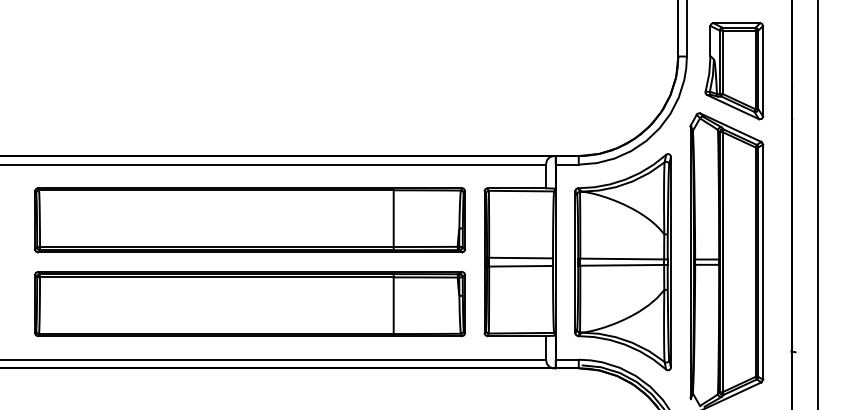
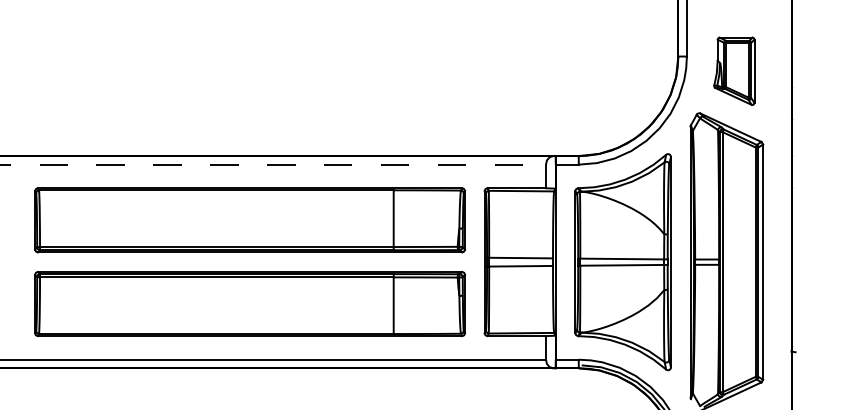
part at (734, 71) size: 61x99 px -> 43x70 px
line at (273, 164): solid -> dashed
line at (817, 204): present -> none
